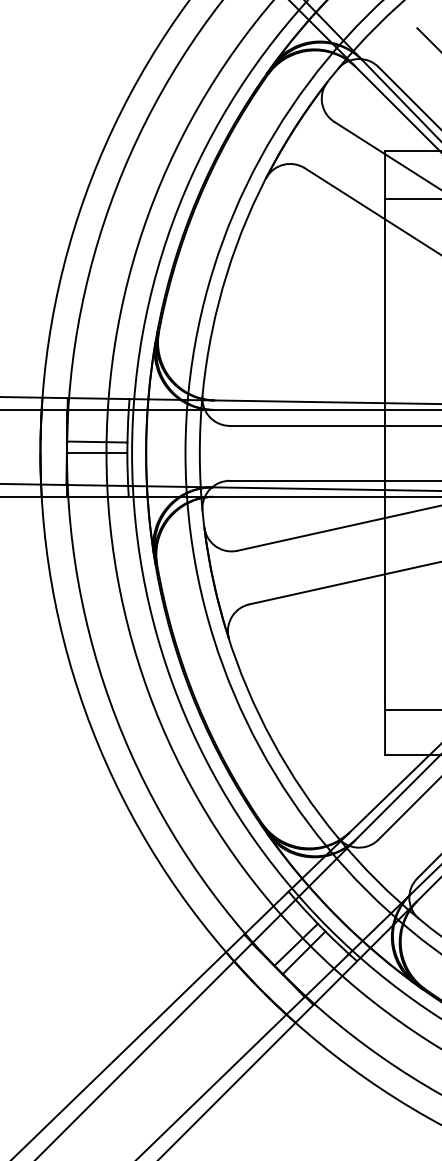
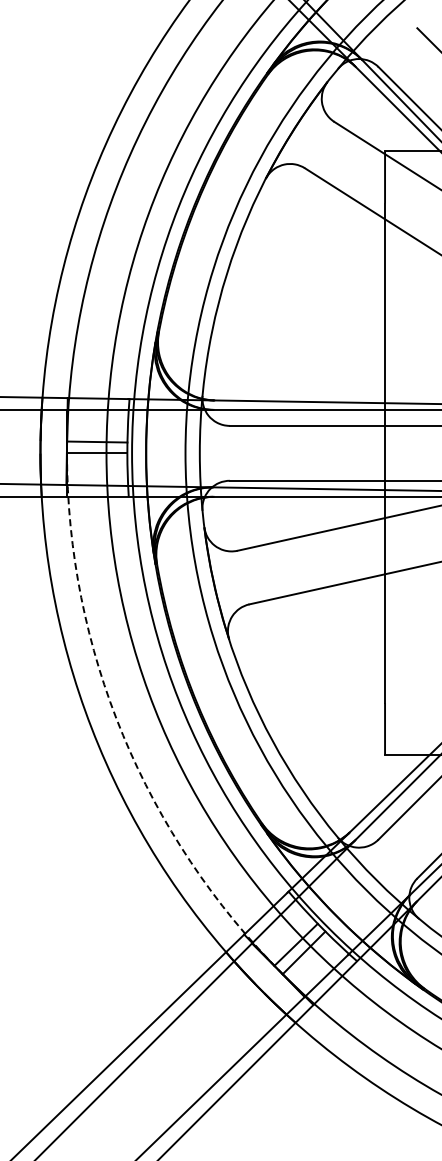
line at (411, 198): present -> none
line at (411, 709): present -> none
arc at (123, 735): solid -> dashed
